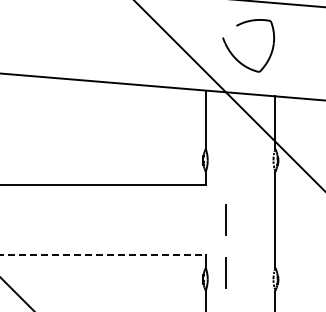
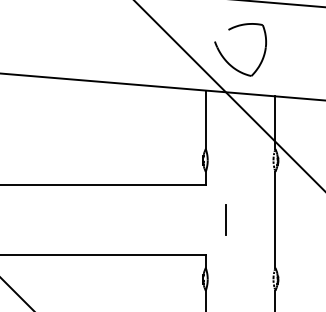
part at (234, 55) position: (234, 55) -> (226, 59)
line at (103, 254): dashed -> solid
line at (225, 272): present -> none
